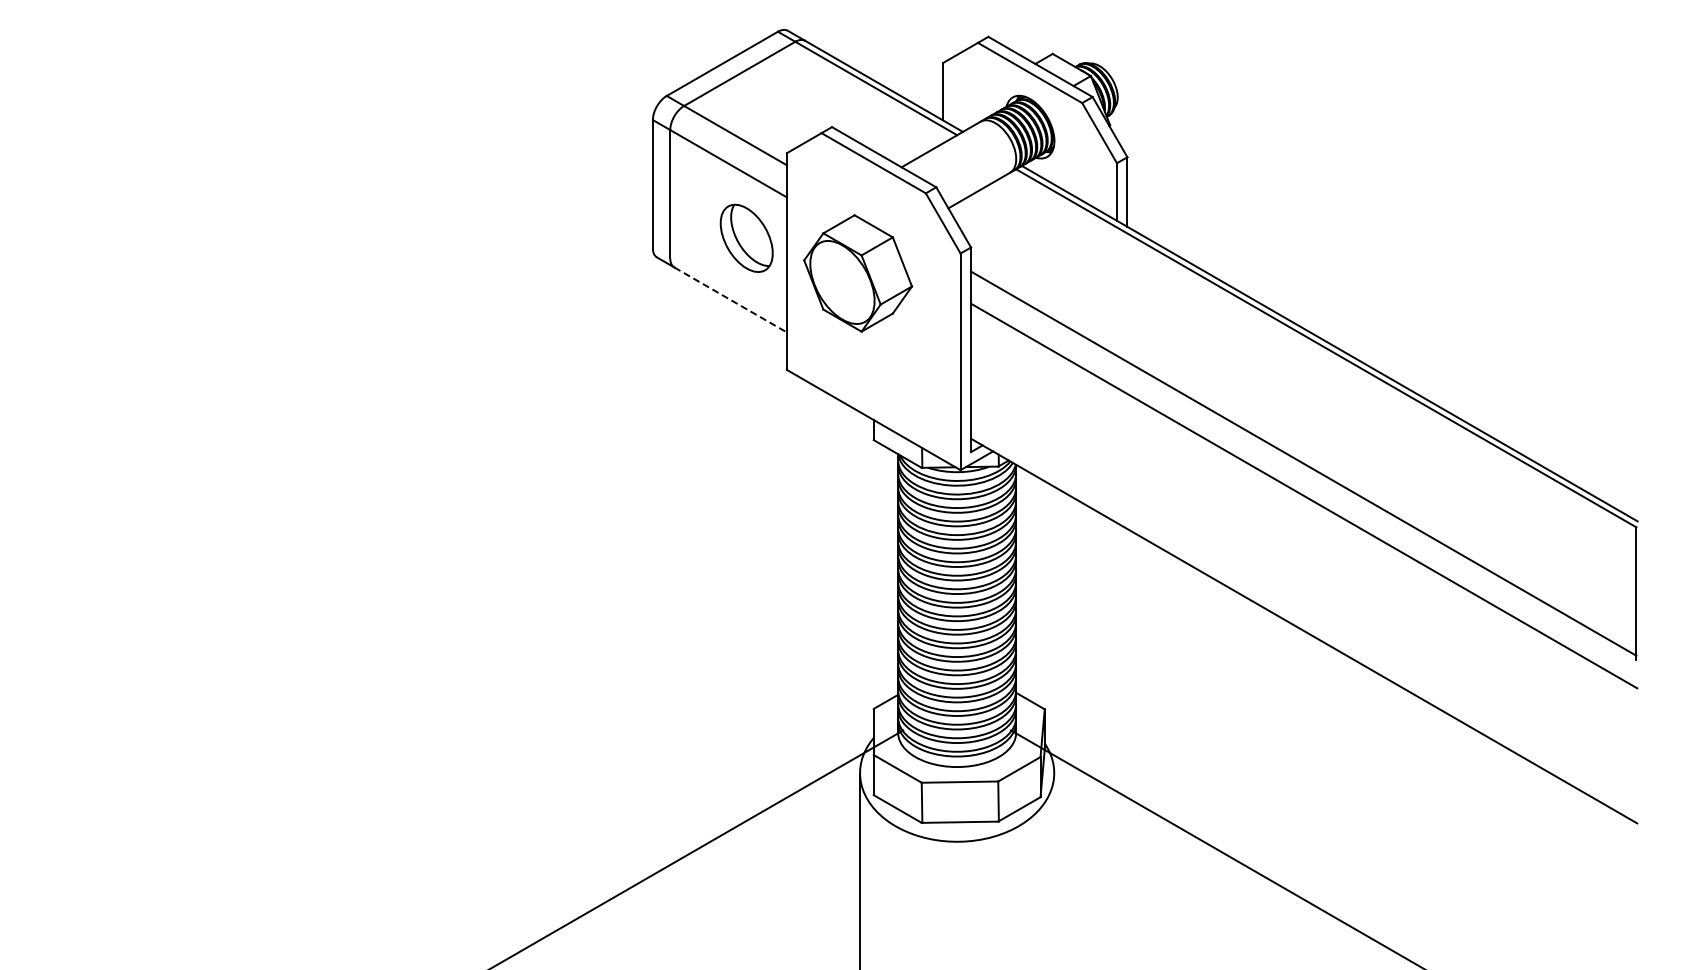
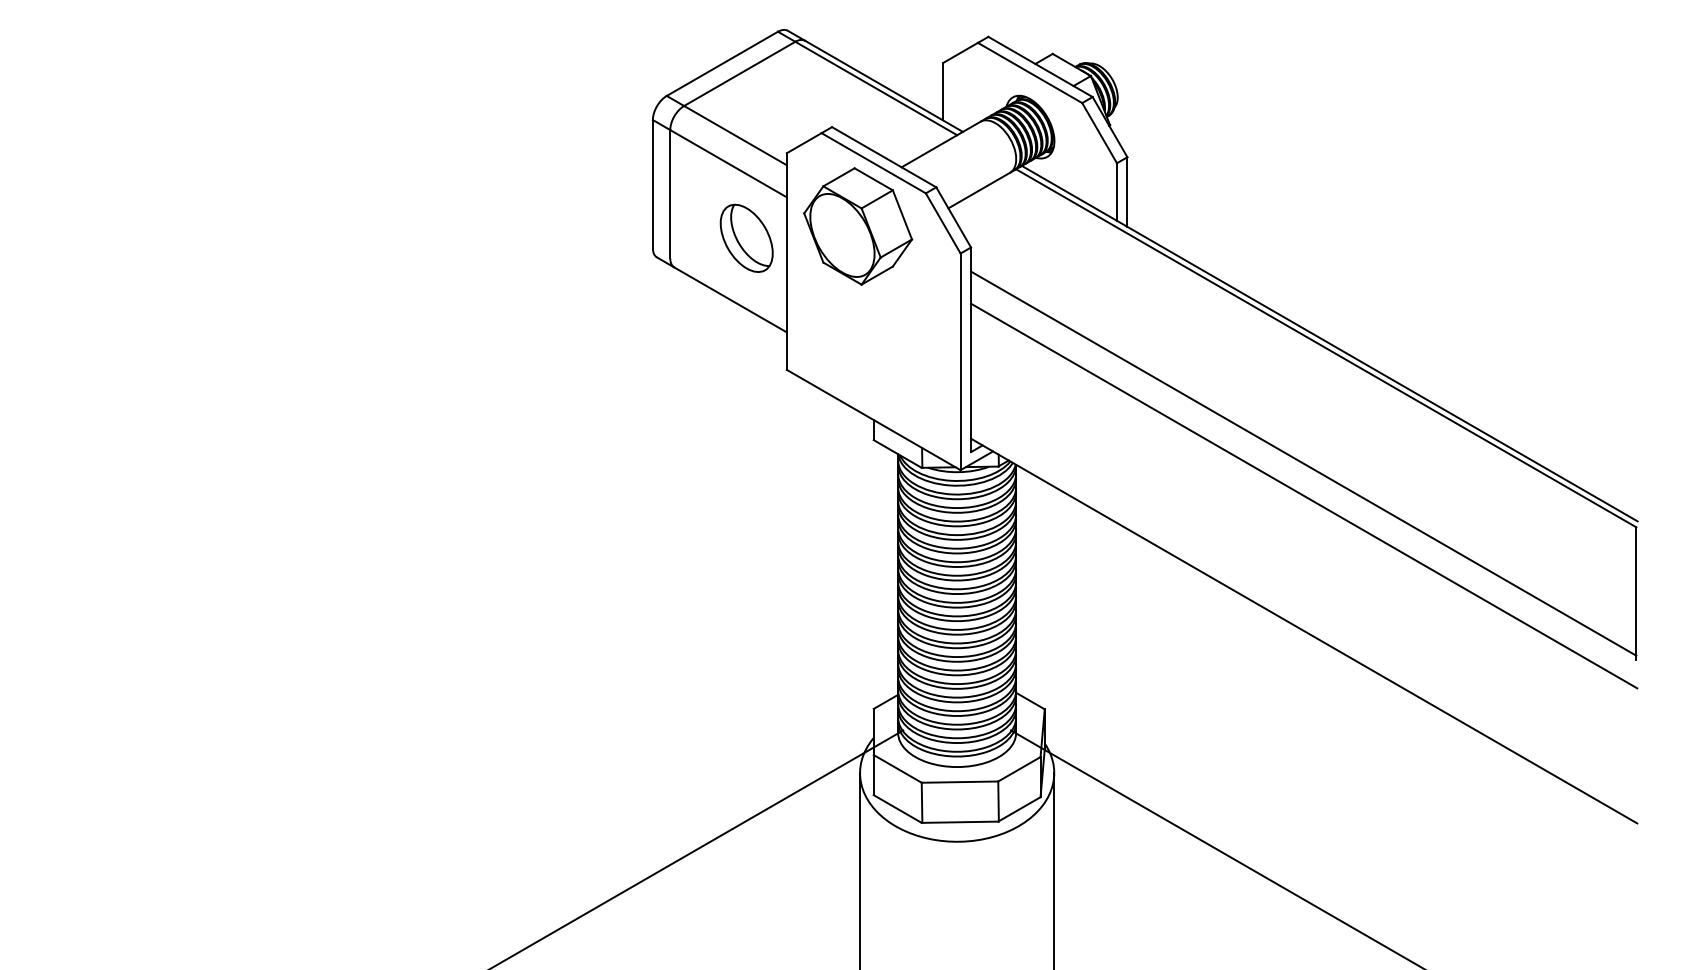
part at (858, 273) position: (858, 273) -> (858, 226)
line at (730, 299): dashed -> solid
line at (1054, 869): none -> present
